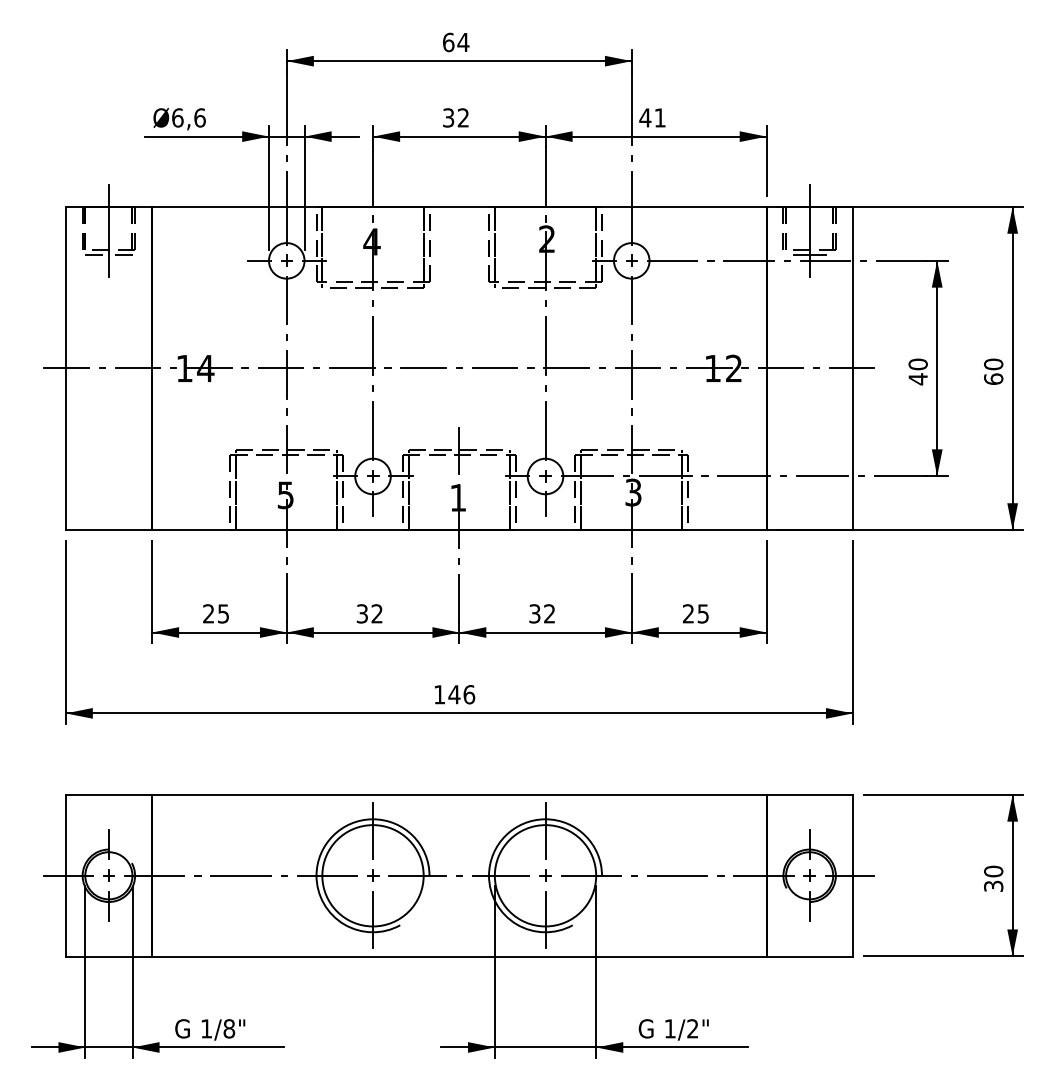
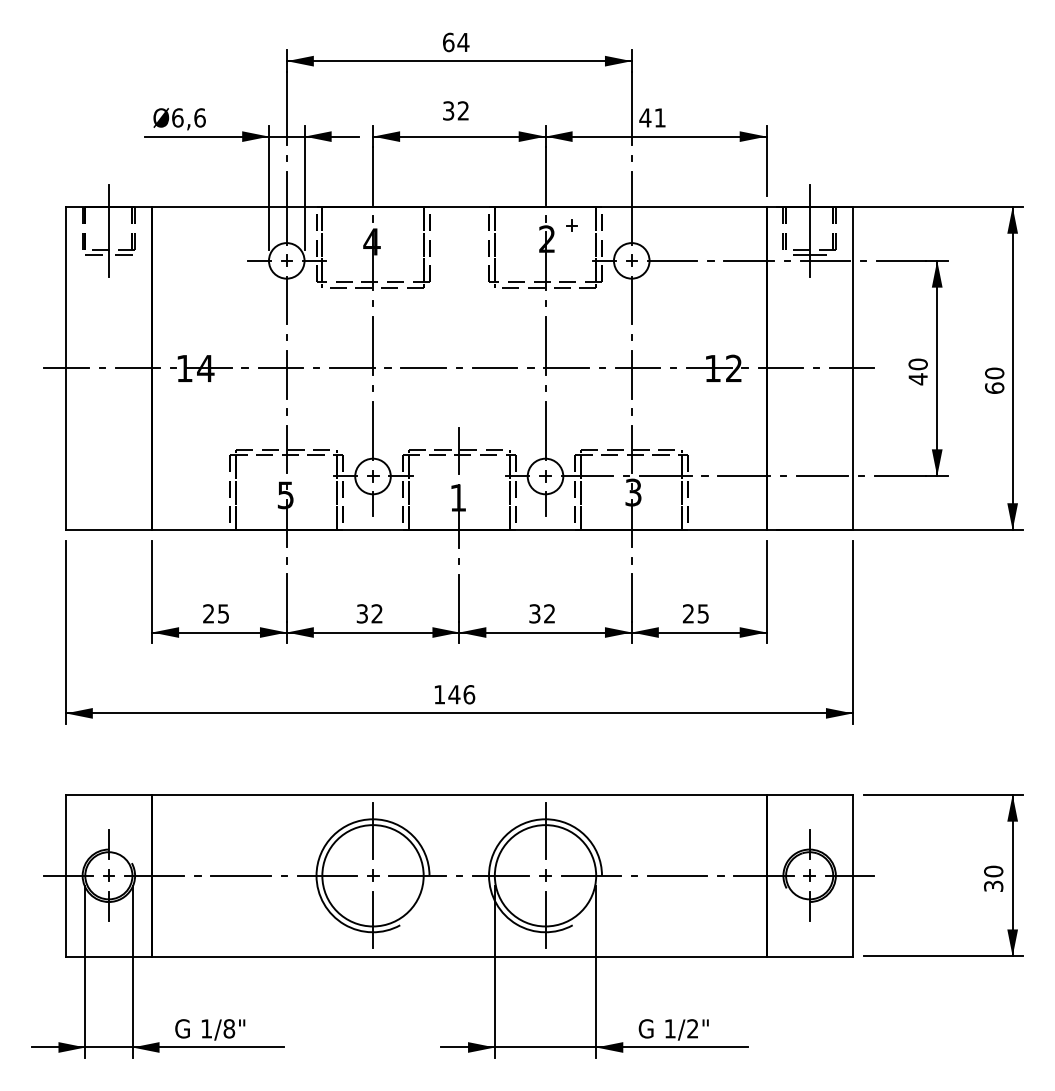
text at (455, 117) position: (455, 117) -> (455, 110)
part at (571, 225): none -> present
text at (993, 371) position: (993, 371) -> (994, 380)
